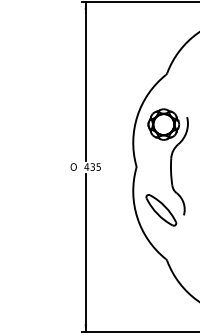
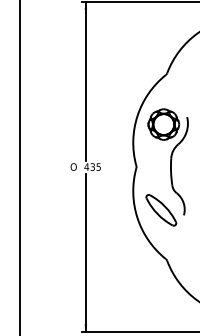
line at (19, 167): none -> present
